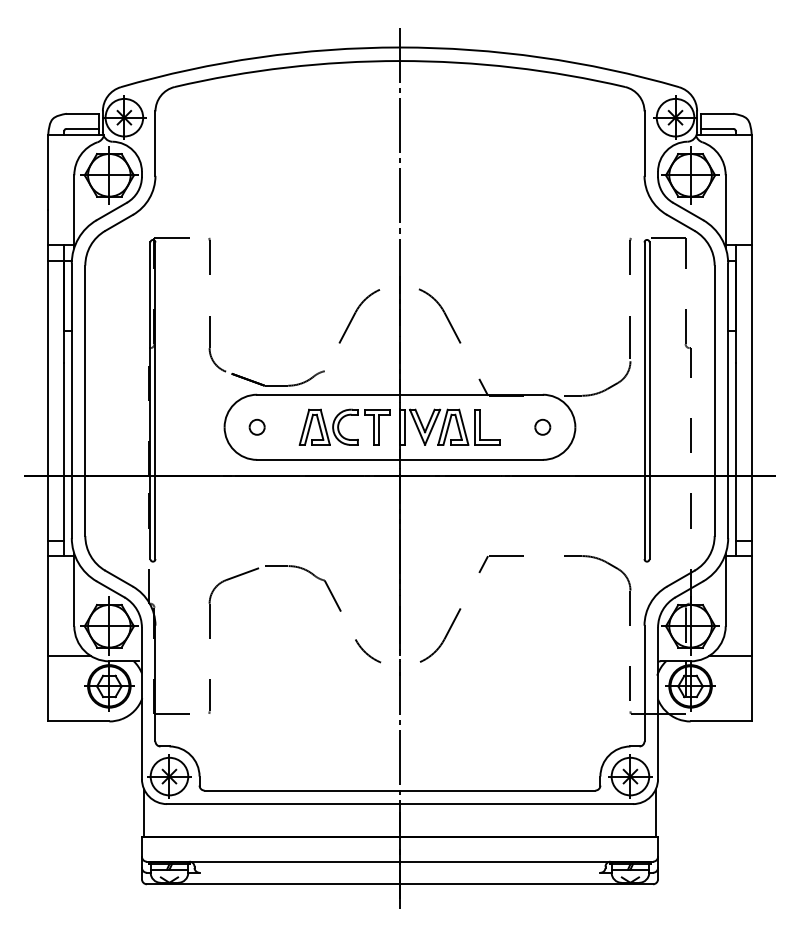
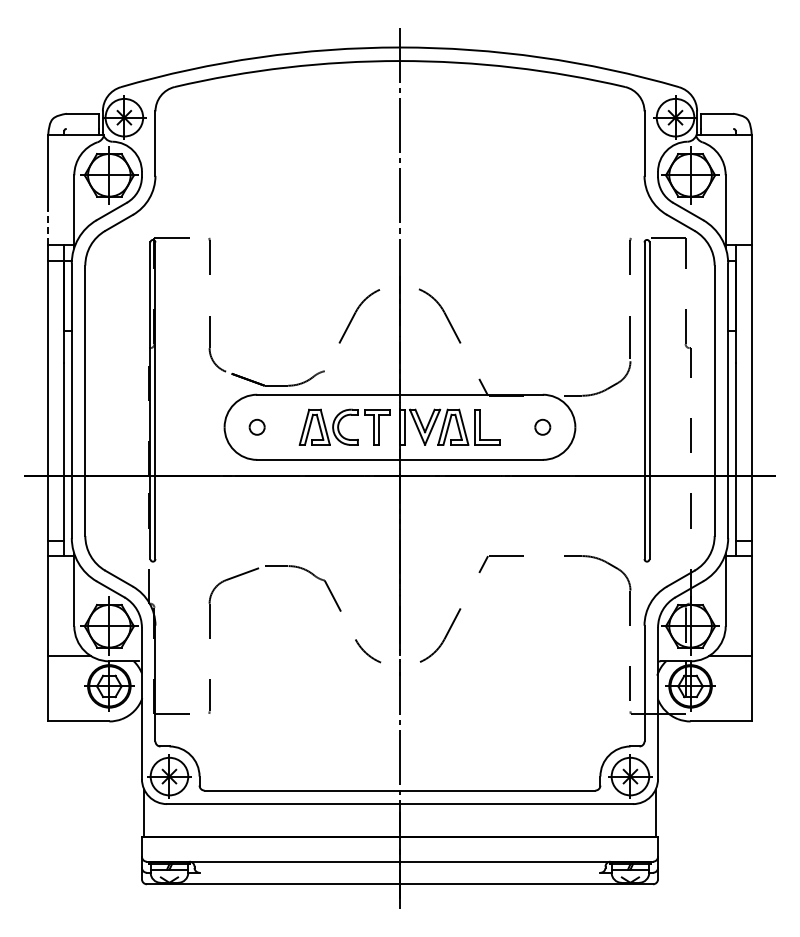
line at (82, 128): present -> none
line at (716, 128): present -> none
line at (48, 227): solid -> dashed
